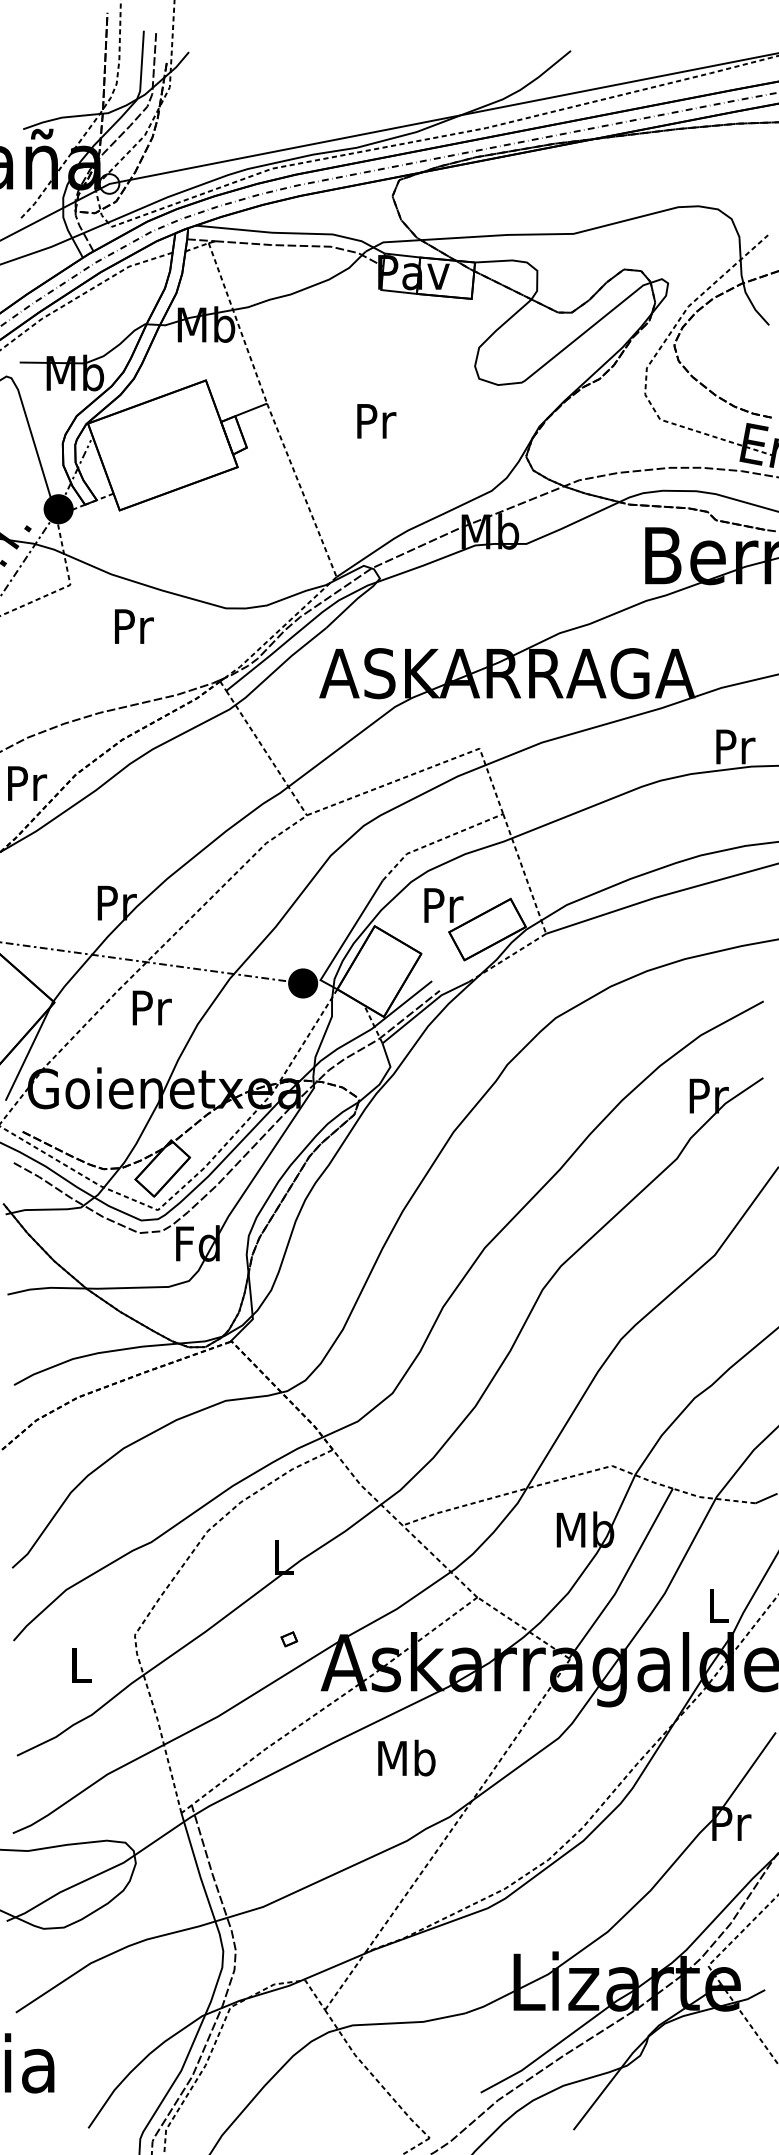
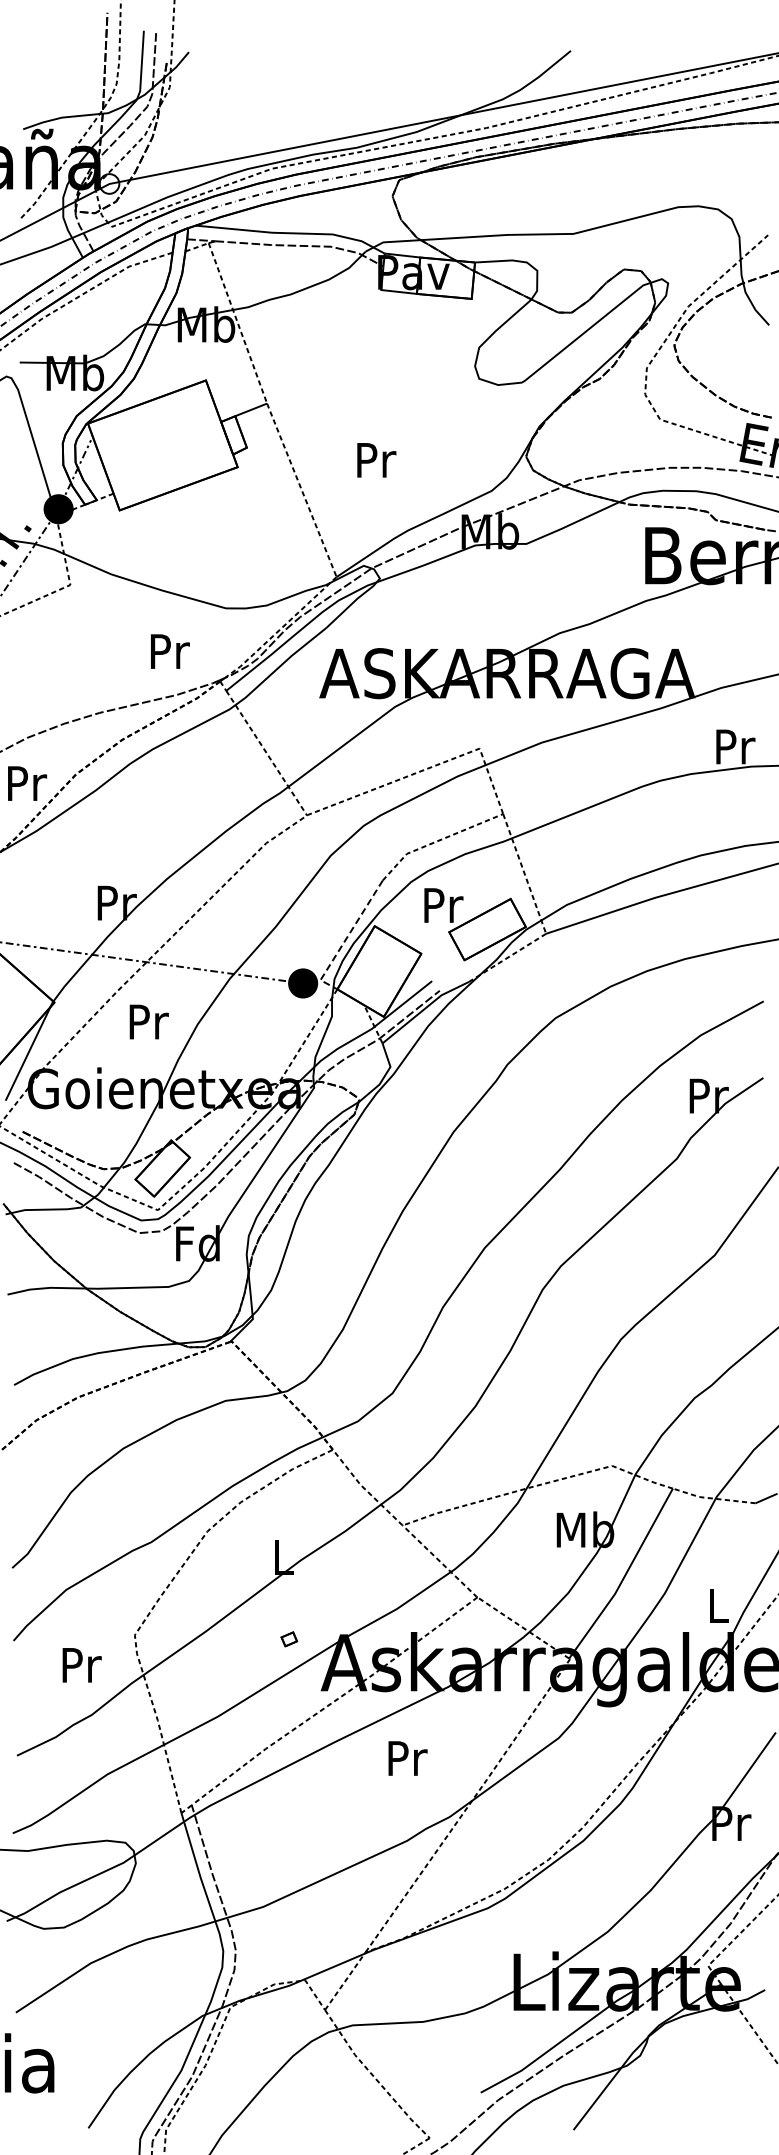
text at (376, 421) position: (376, 421) -> (376, 460)
text at (134, 626) position: (134, 626) -> (170, 651)
line at (345, 939): solid -> dashed
text at (151, 1007) position: (151, 1007) -> (148, 1021)
text at (81, 1665): L -> Pr
text at (406, 1757): Mb -> Pr
